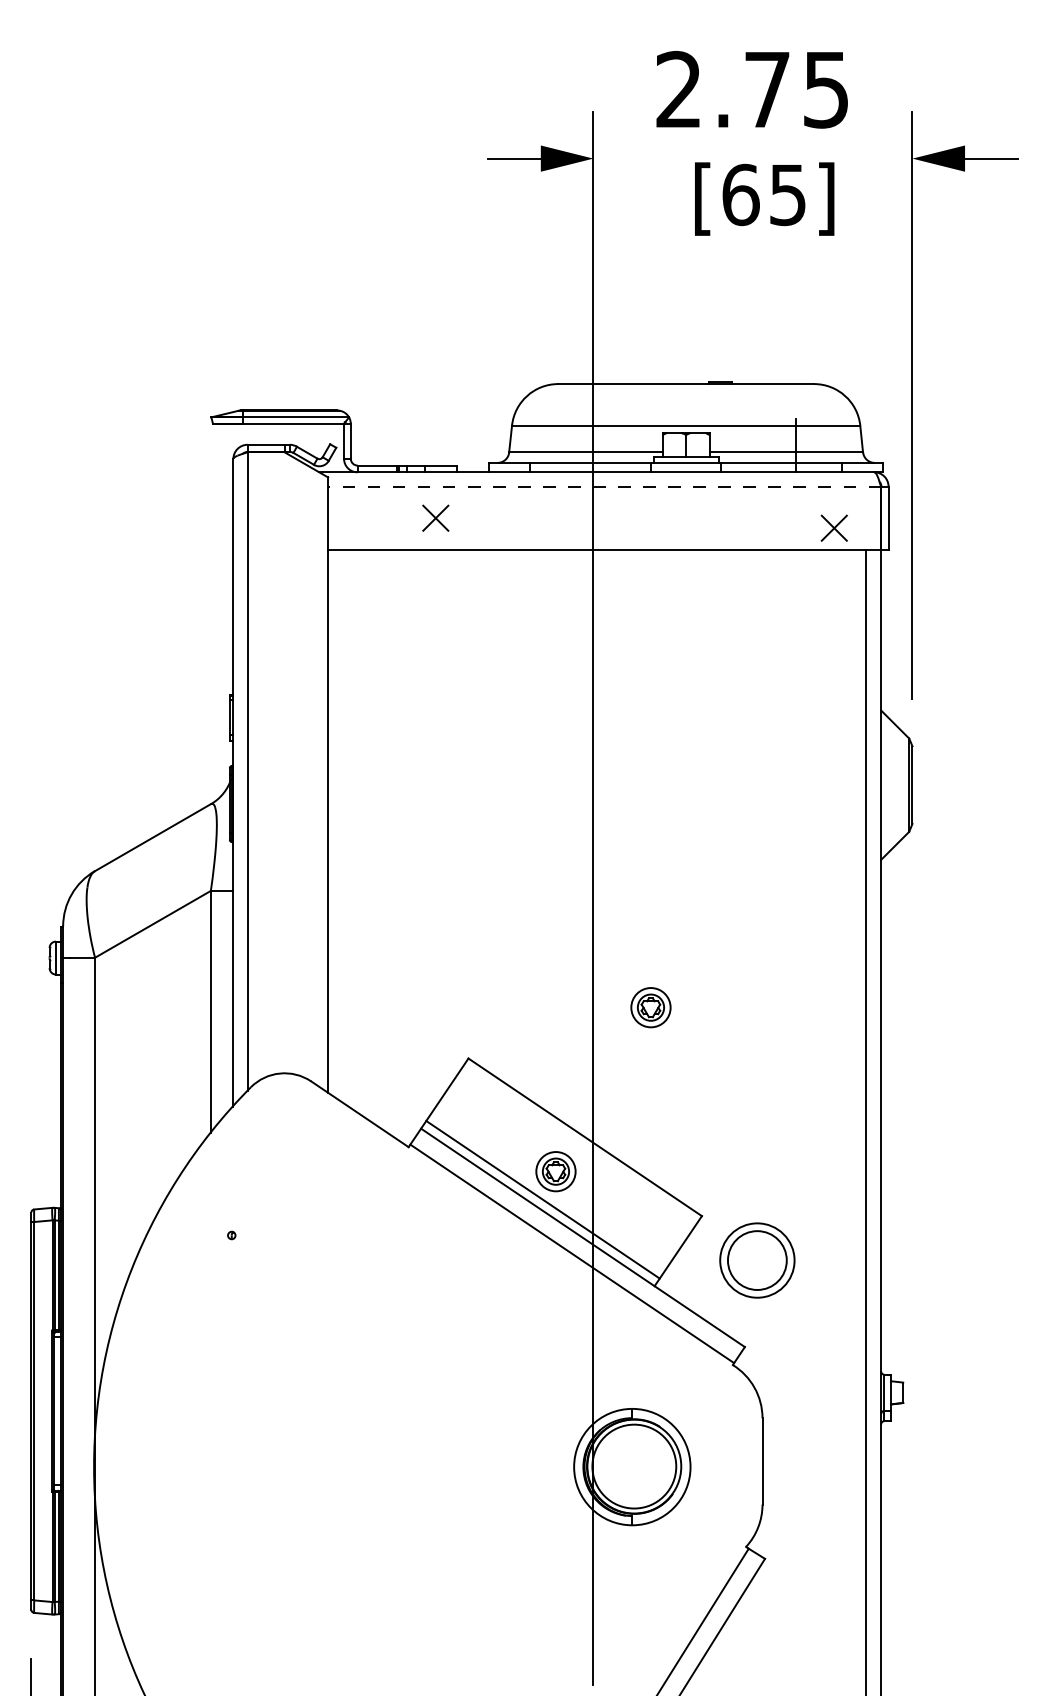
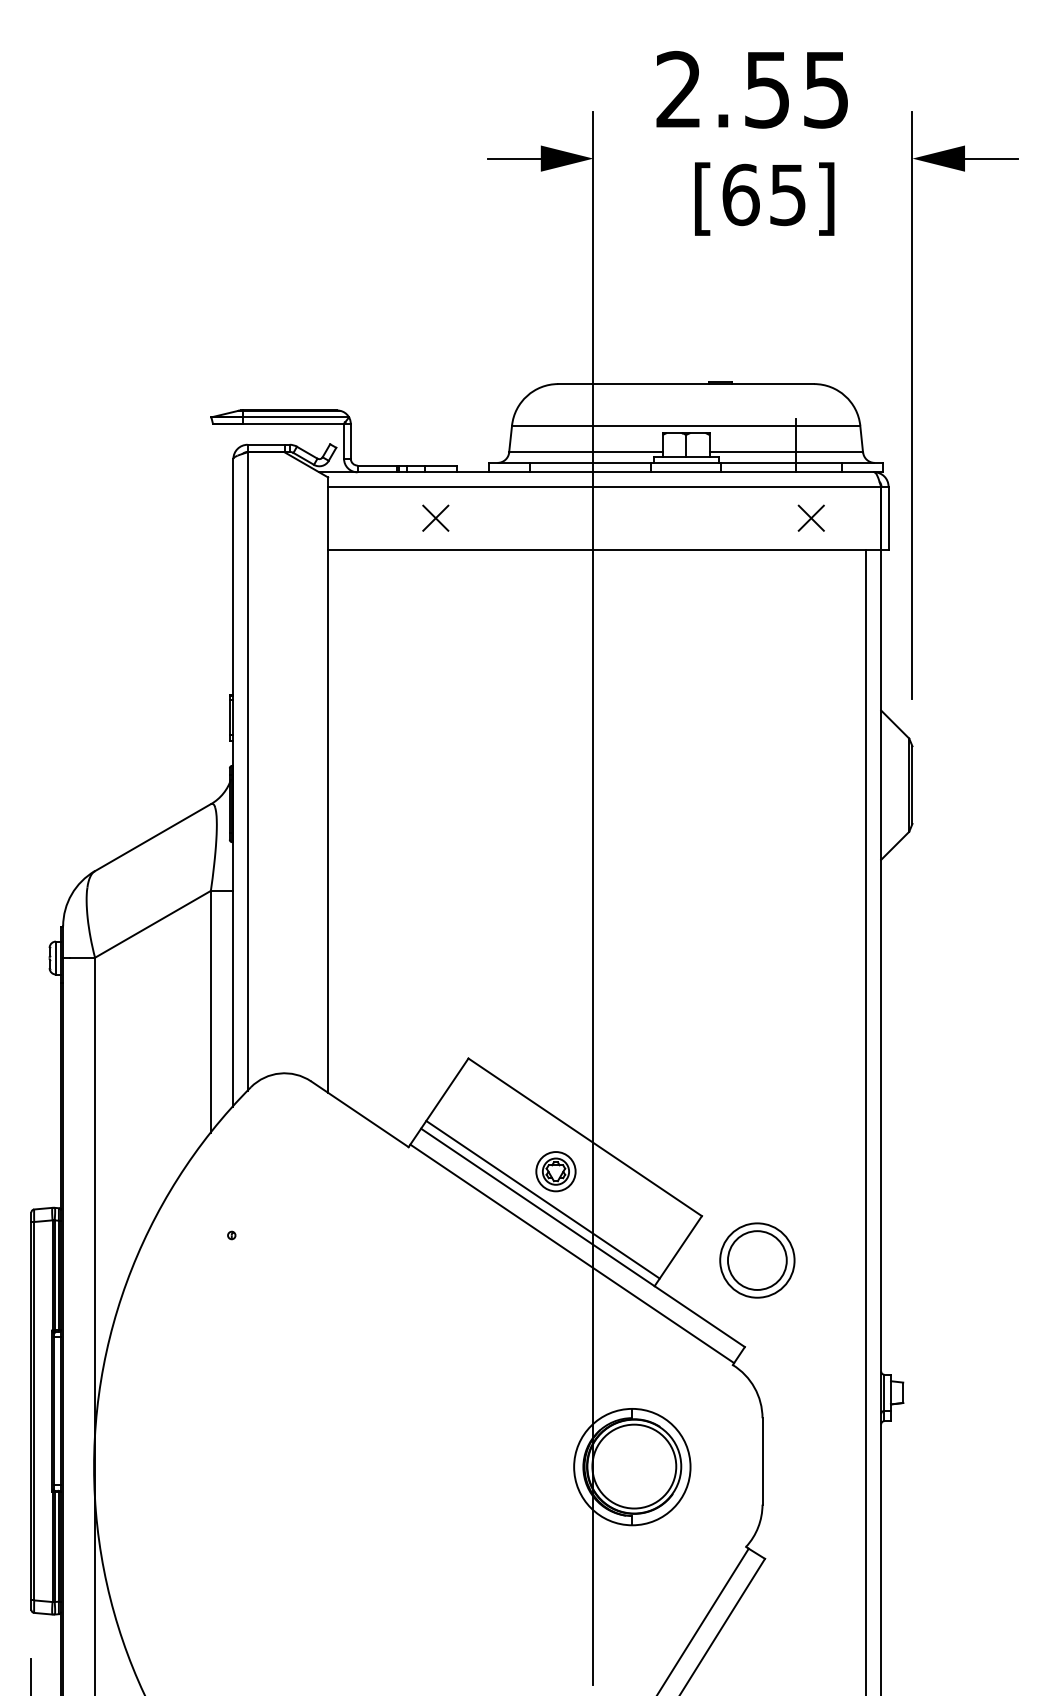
text at (767, 90): 2.75 -> 2.55
line at (604, 486): dashed -> solid
part at (833, 527) position: (833, 527) -> (810, 517)
part at (650, 1007): present -> none
